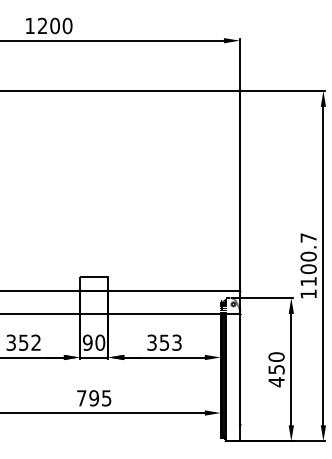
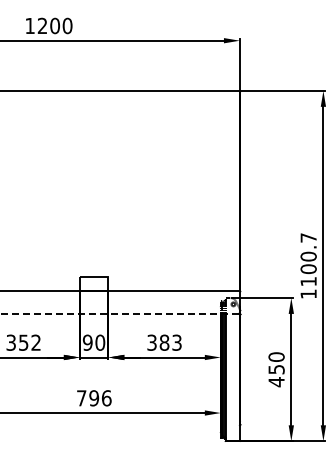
line at (120, 313): solid -> dashed
text at (164, 342): 353 -> 383
text at (106, 398): 795 -> 796
